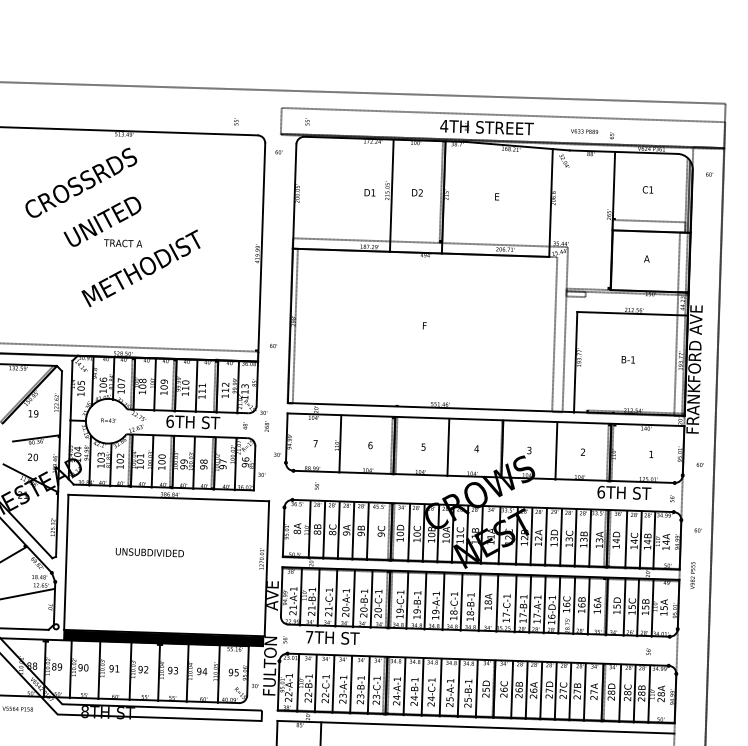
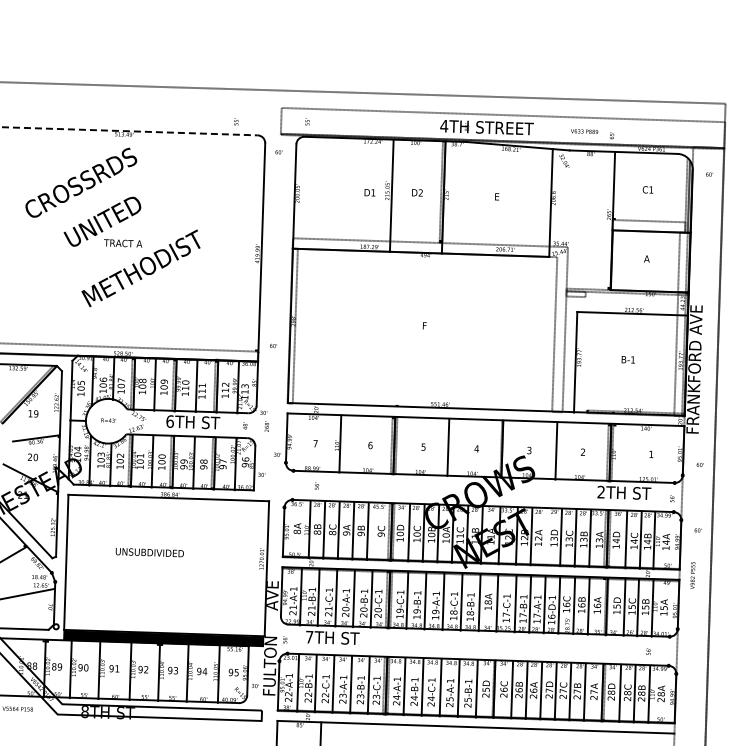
line at (129, 131): solid -> dashed
text at (601, 491): 6TH -> 2TH
line at (545, 536): present -> none
